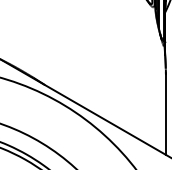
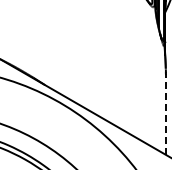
line at (165, 114): solid -> dashed
